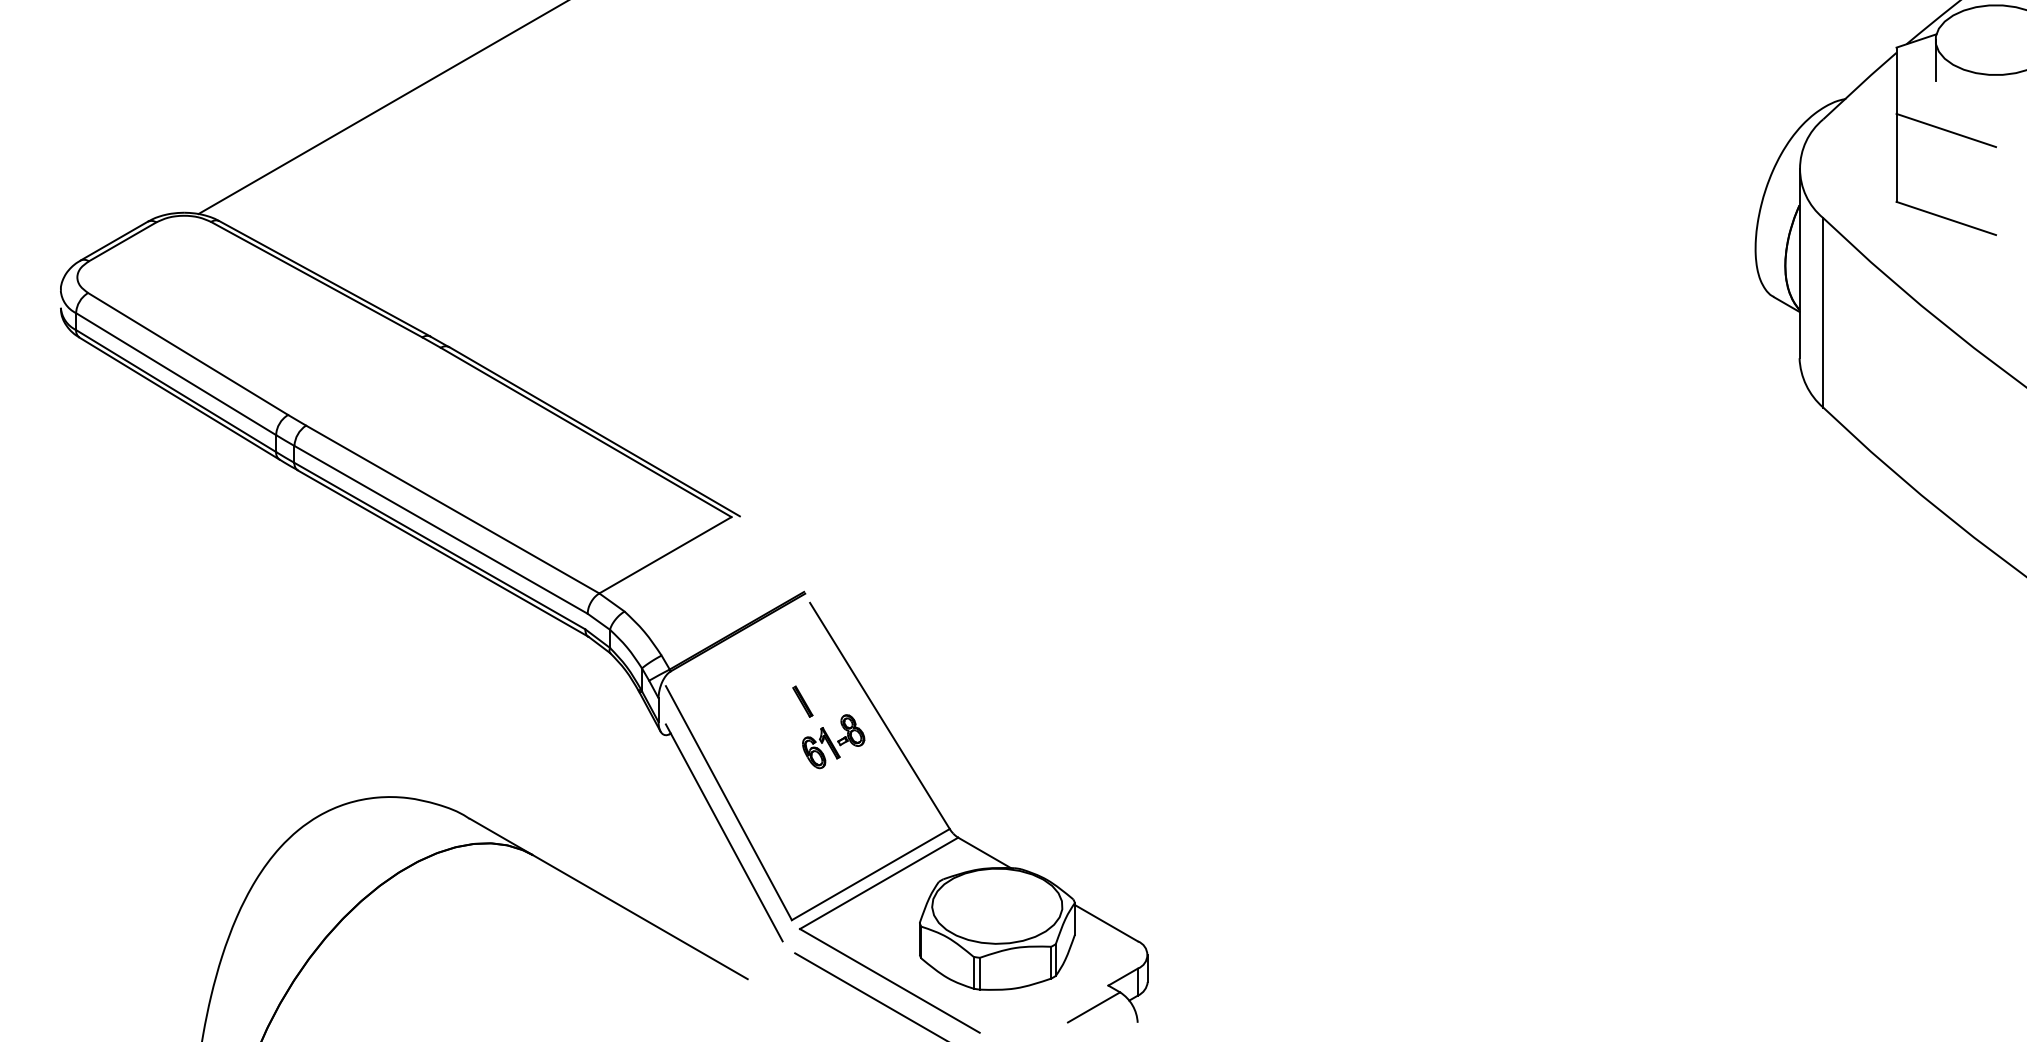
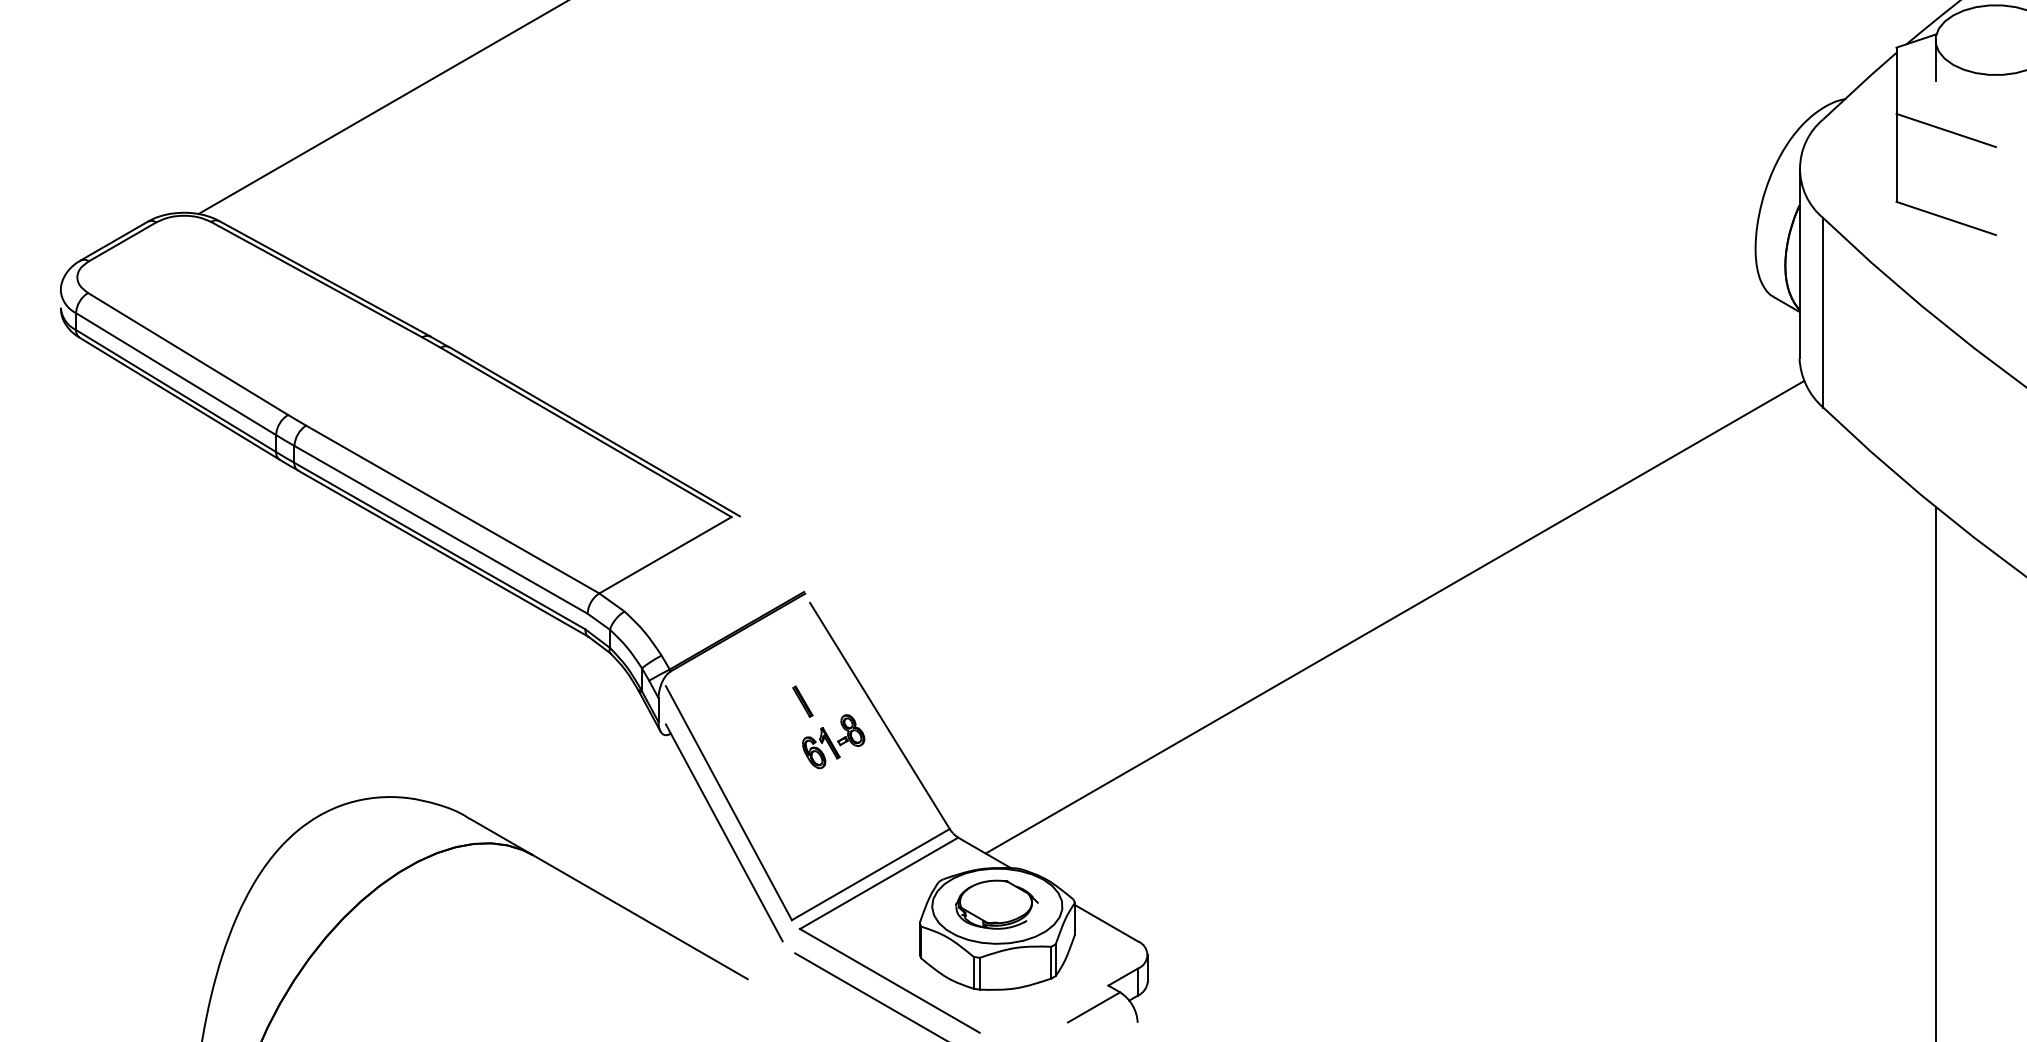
line at (1394, 616): none -> present
line at (1935, 772): none -> present
part at (996, 904): none -> present
